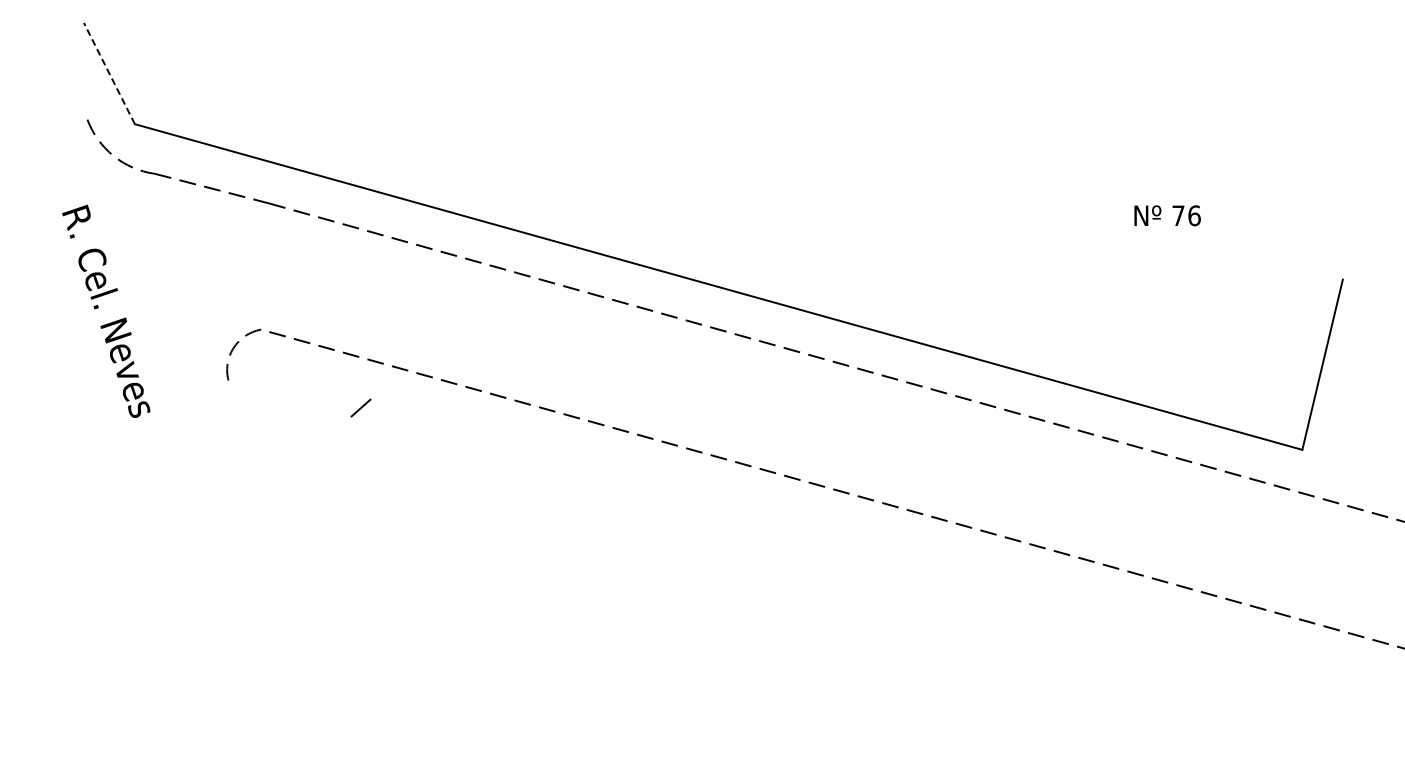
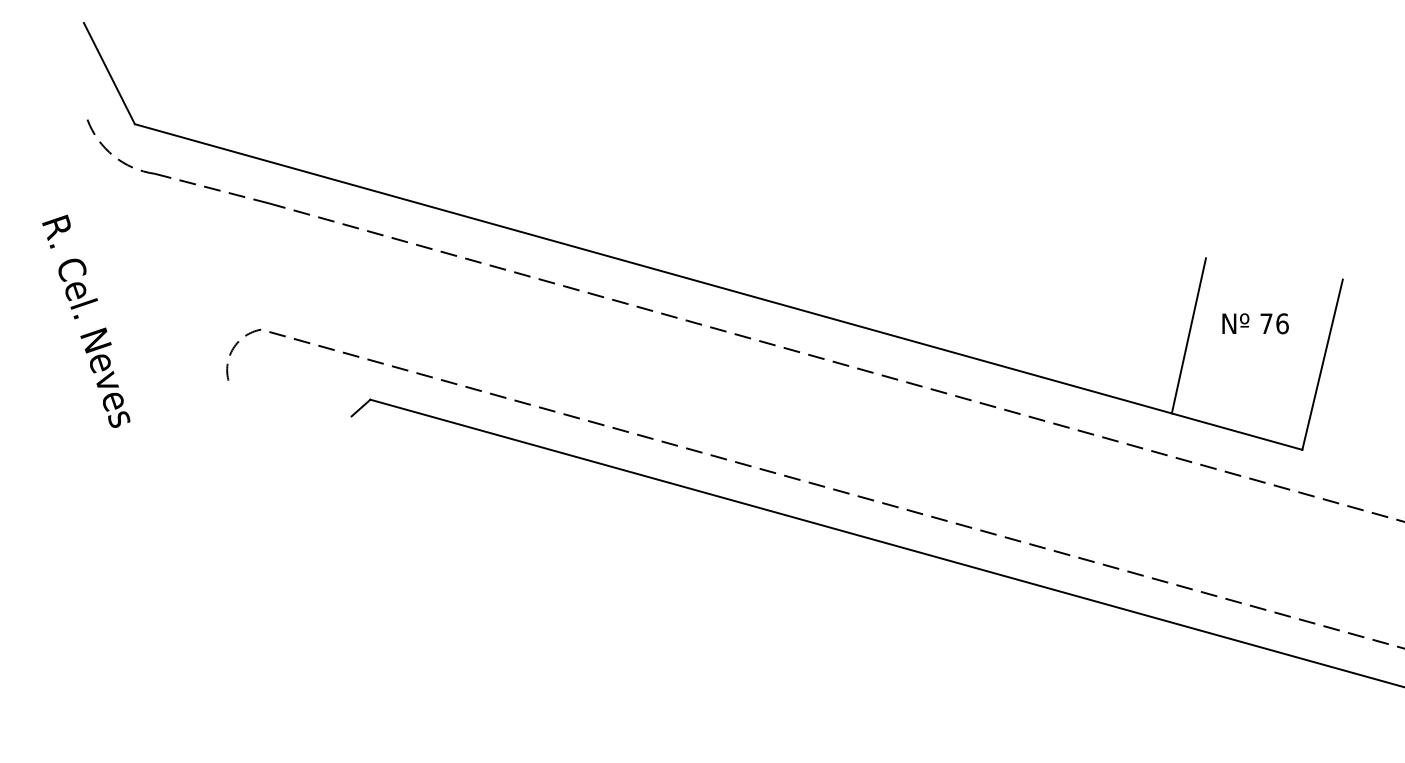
line at (109, 73): dashed -> solid
text at (1167, 215) position: (1167, 215) -> (1255, 323)
text at (106, 310) position: (106, 310) -> (86, 320)
line at (1188, 335): none -> present
line at (885, 542): none -> present
